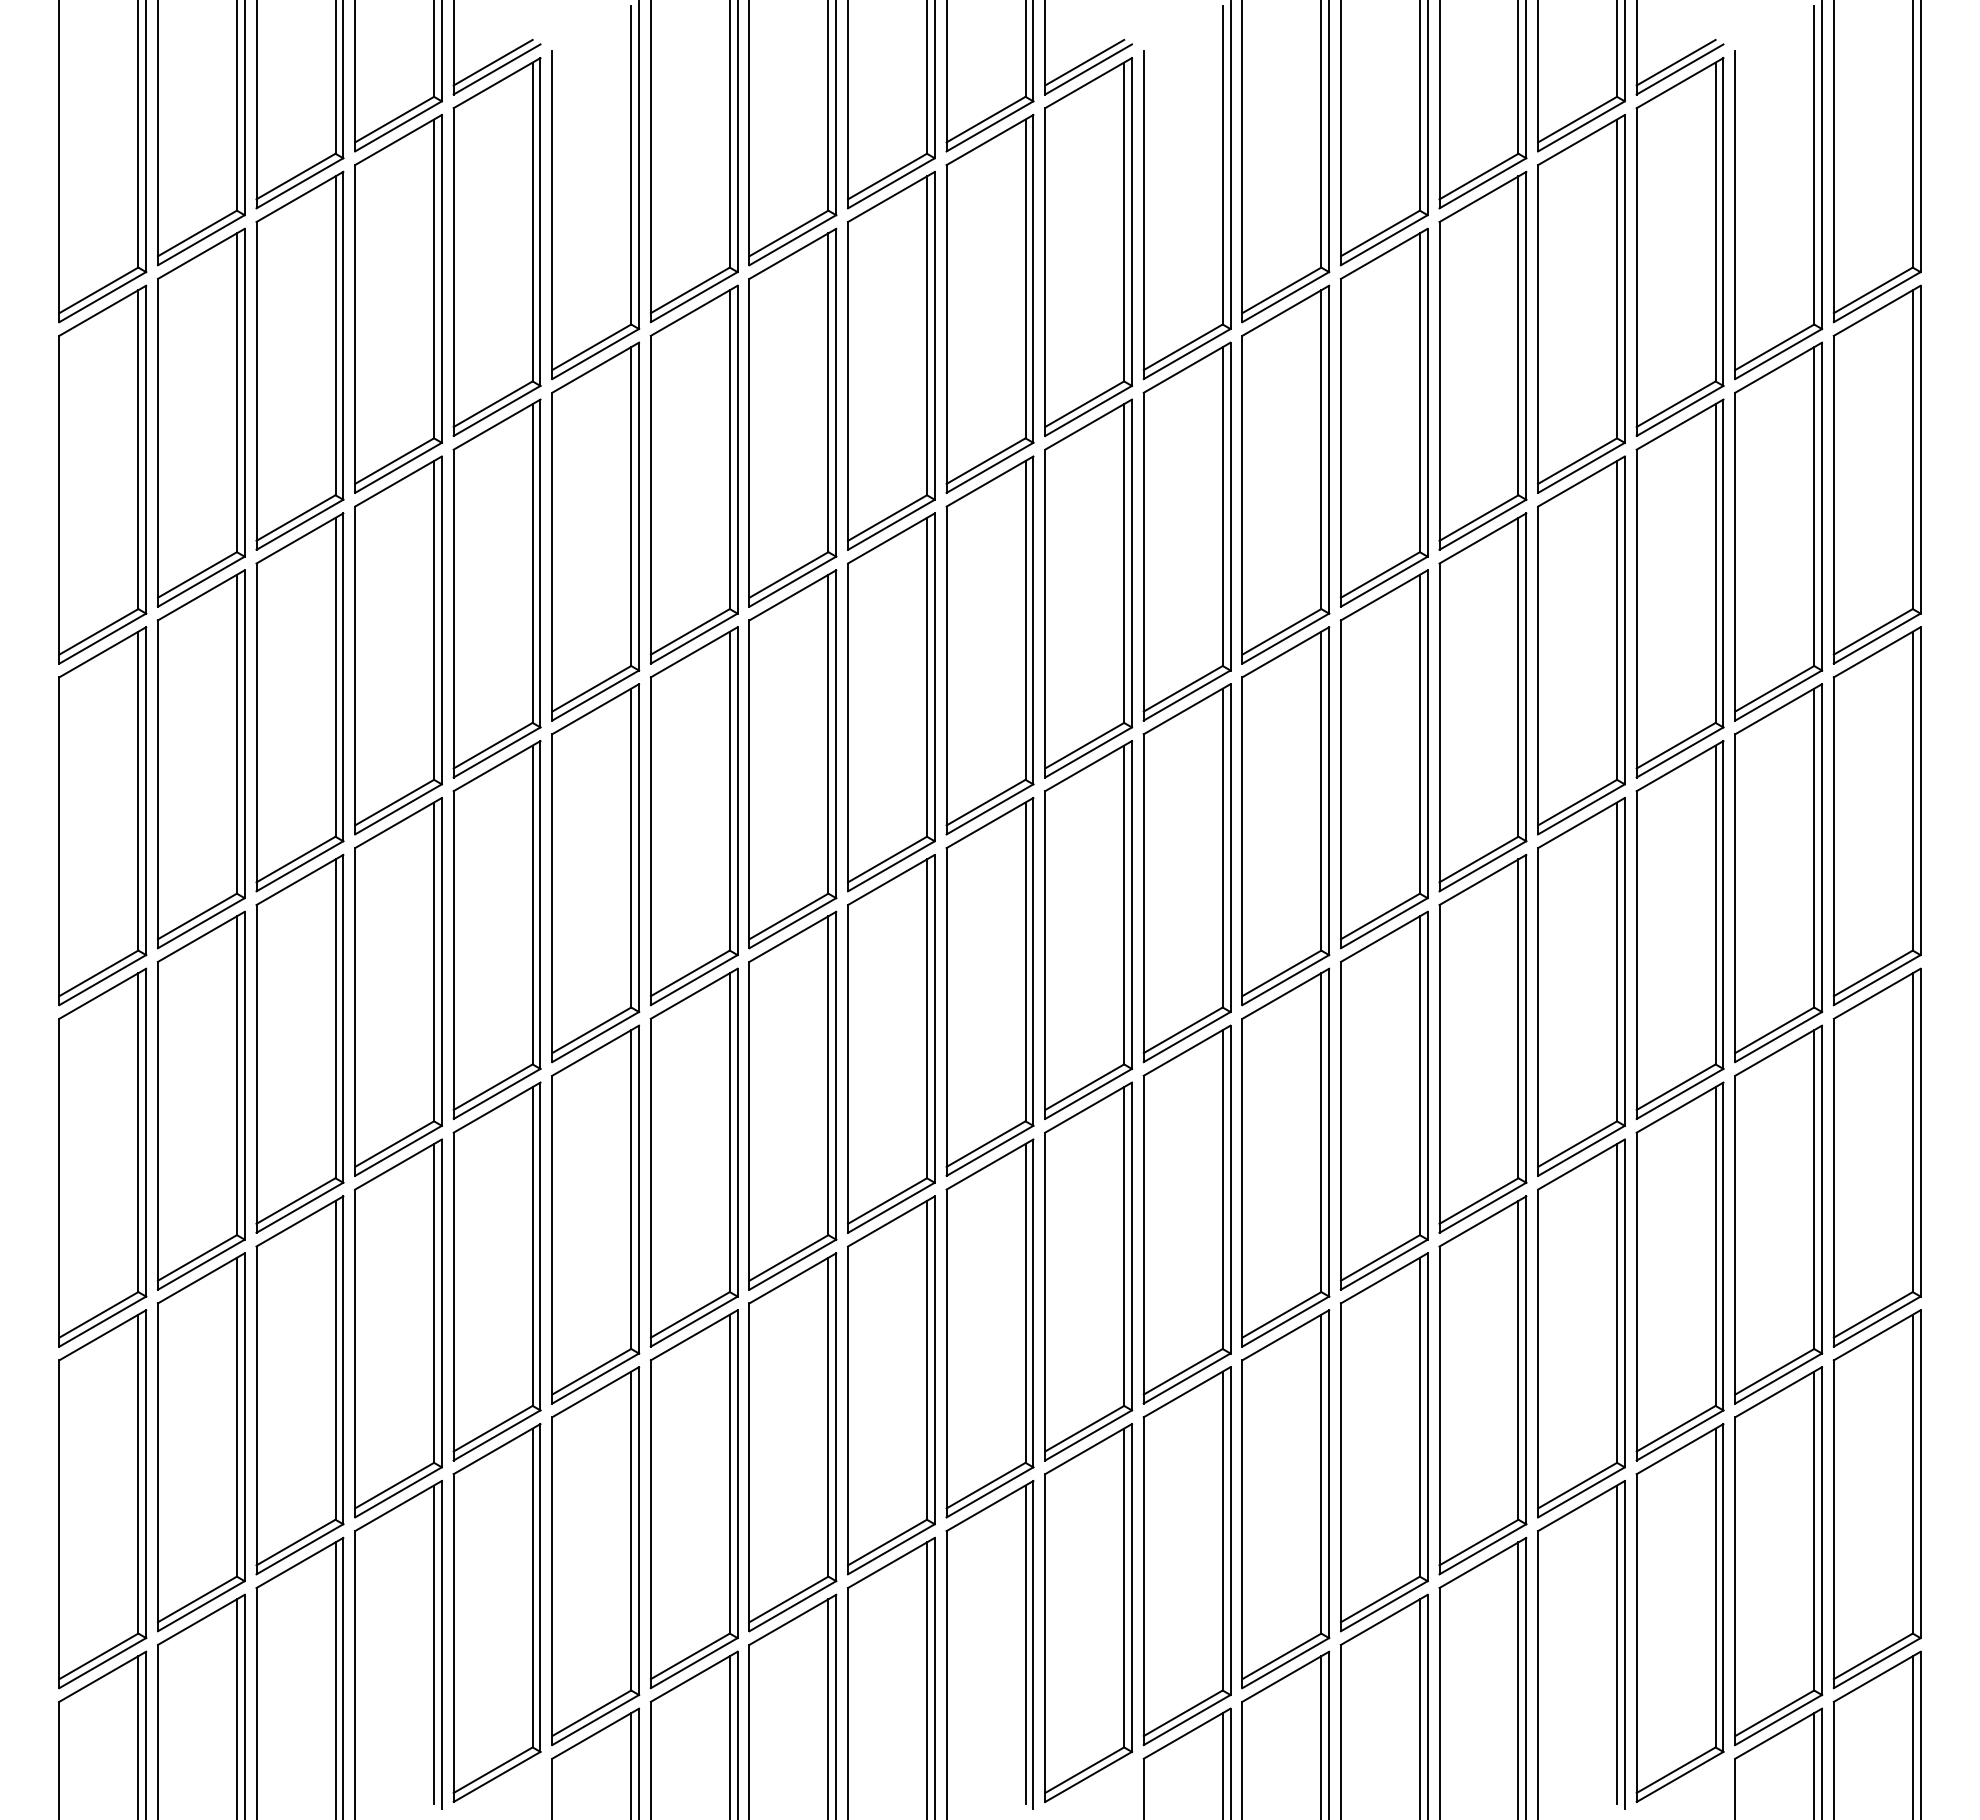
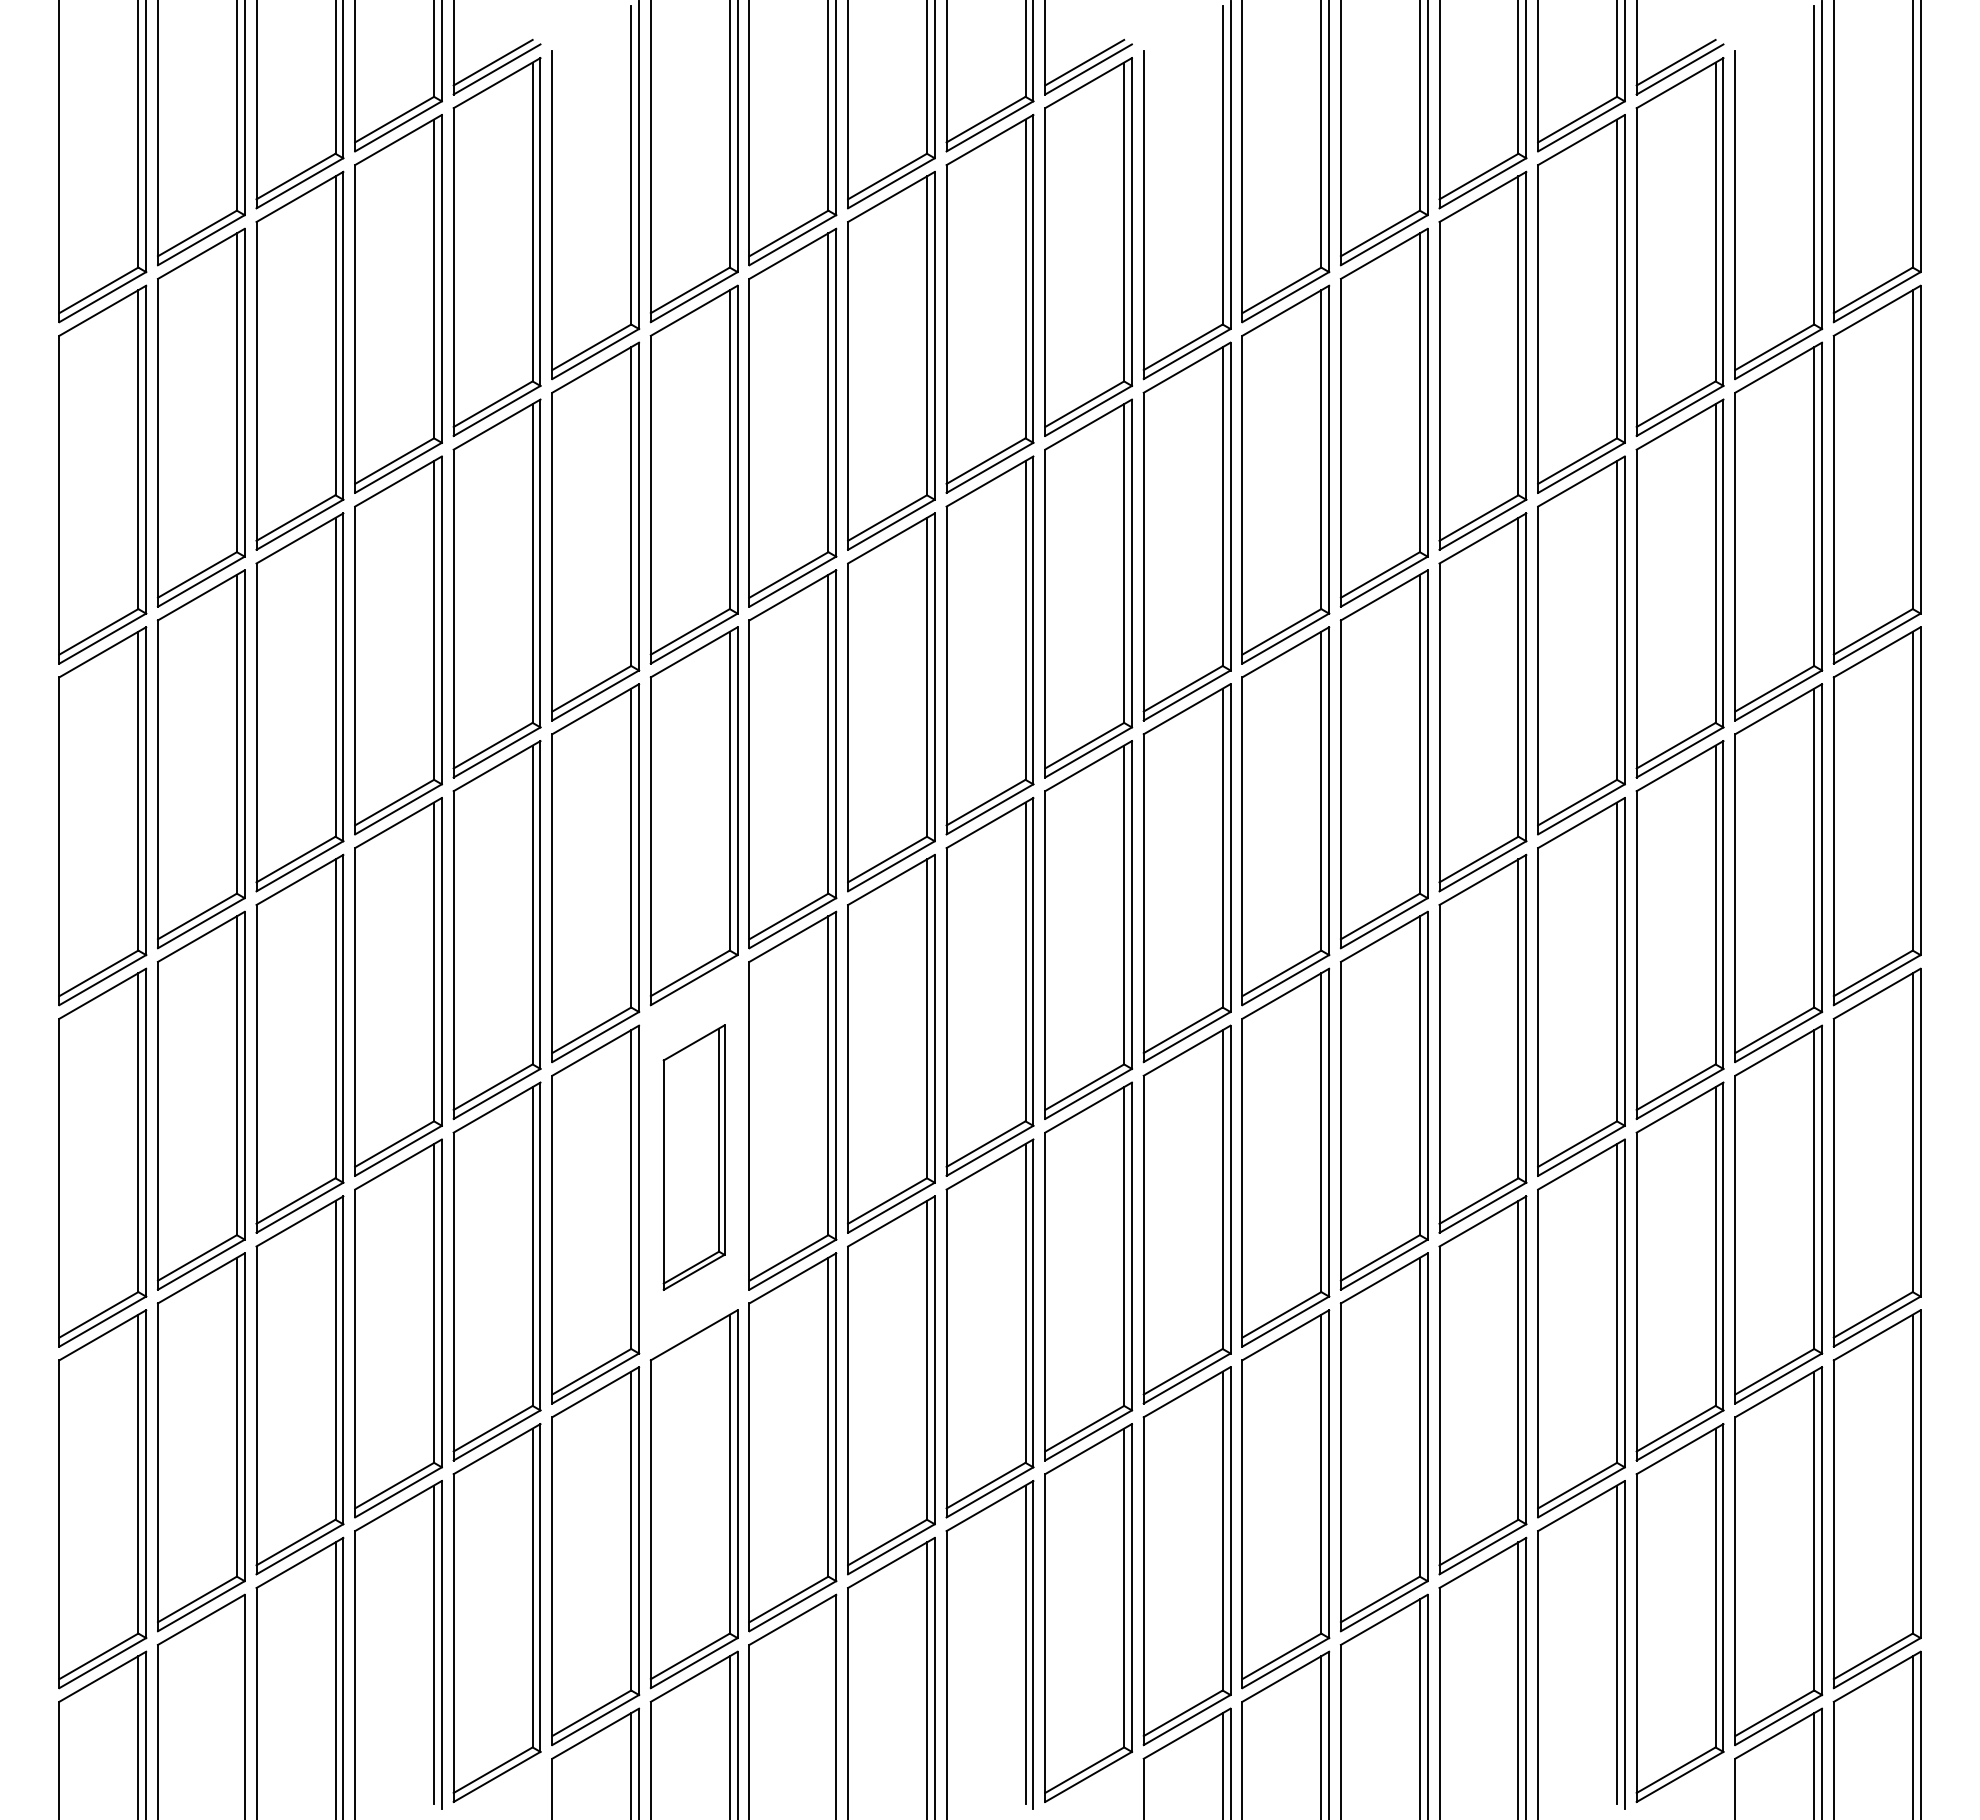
part at (693, 1157) size: 90x381 px -> 64x267 px
line at (236, 1707): present -> none
line at (828, 1707): present -> none
